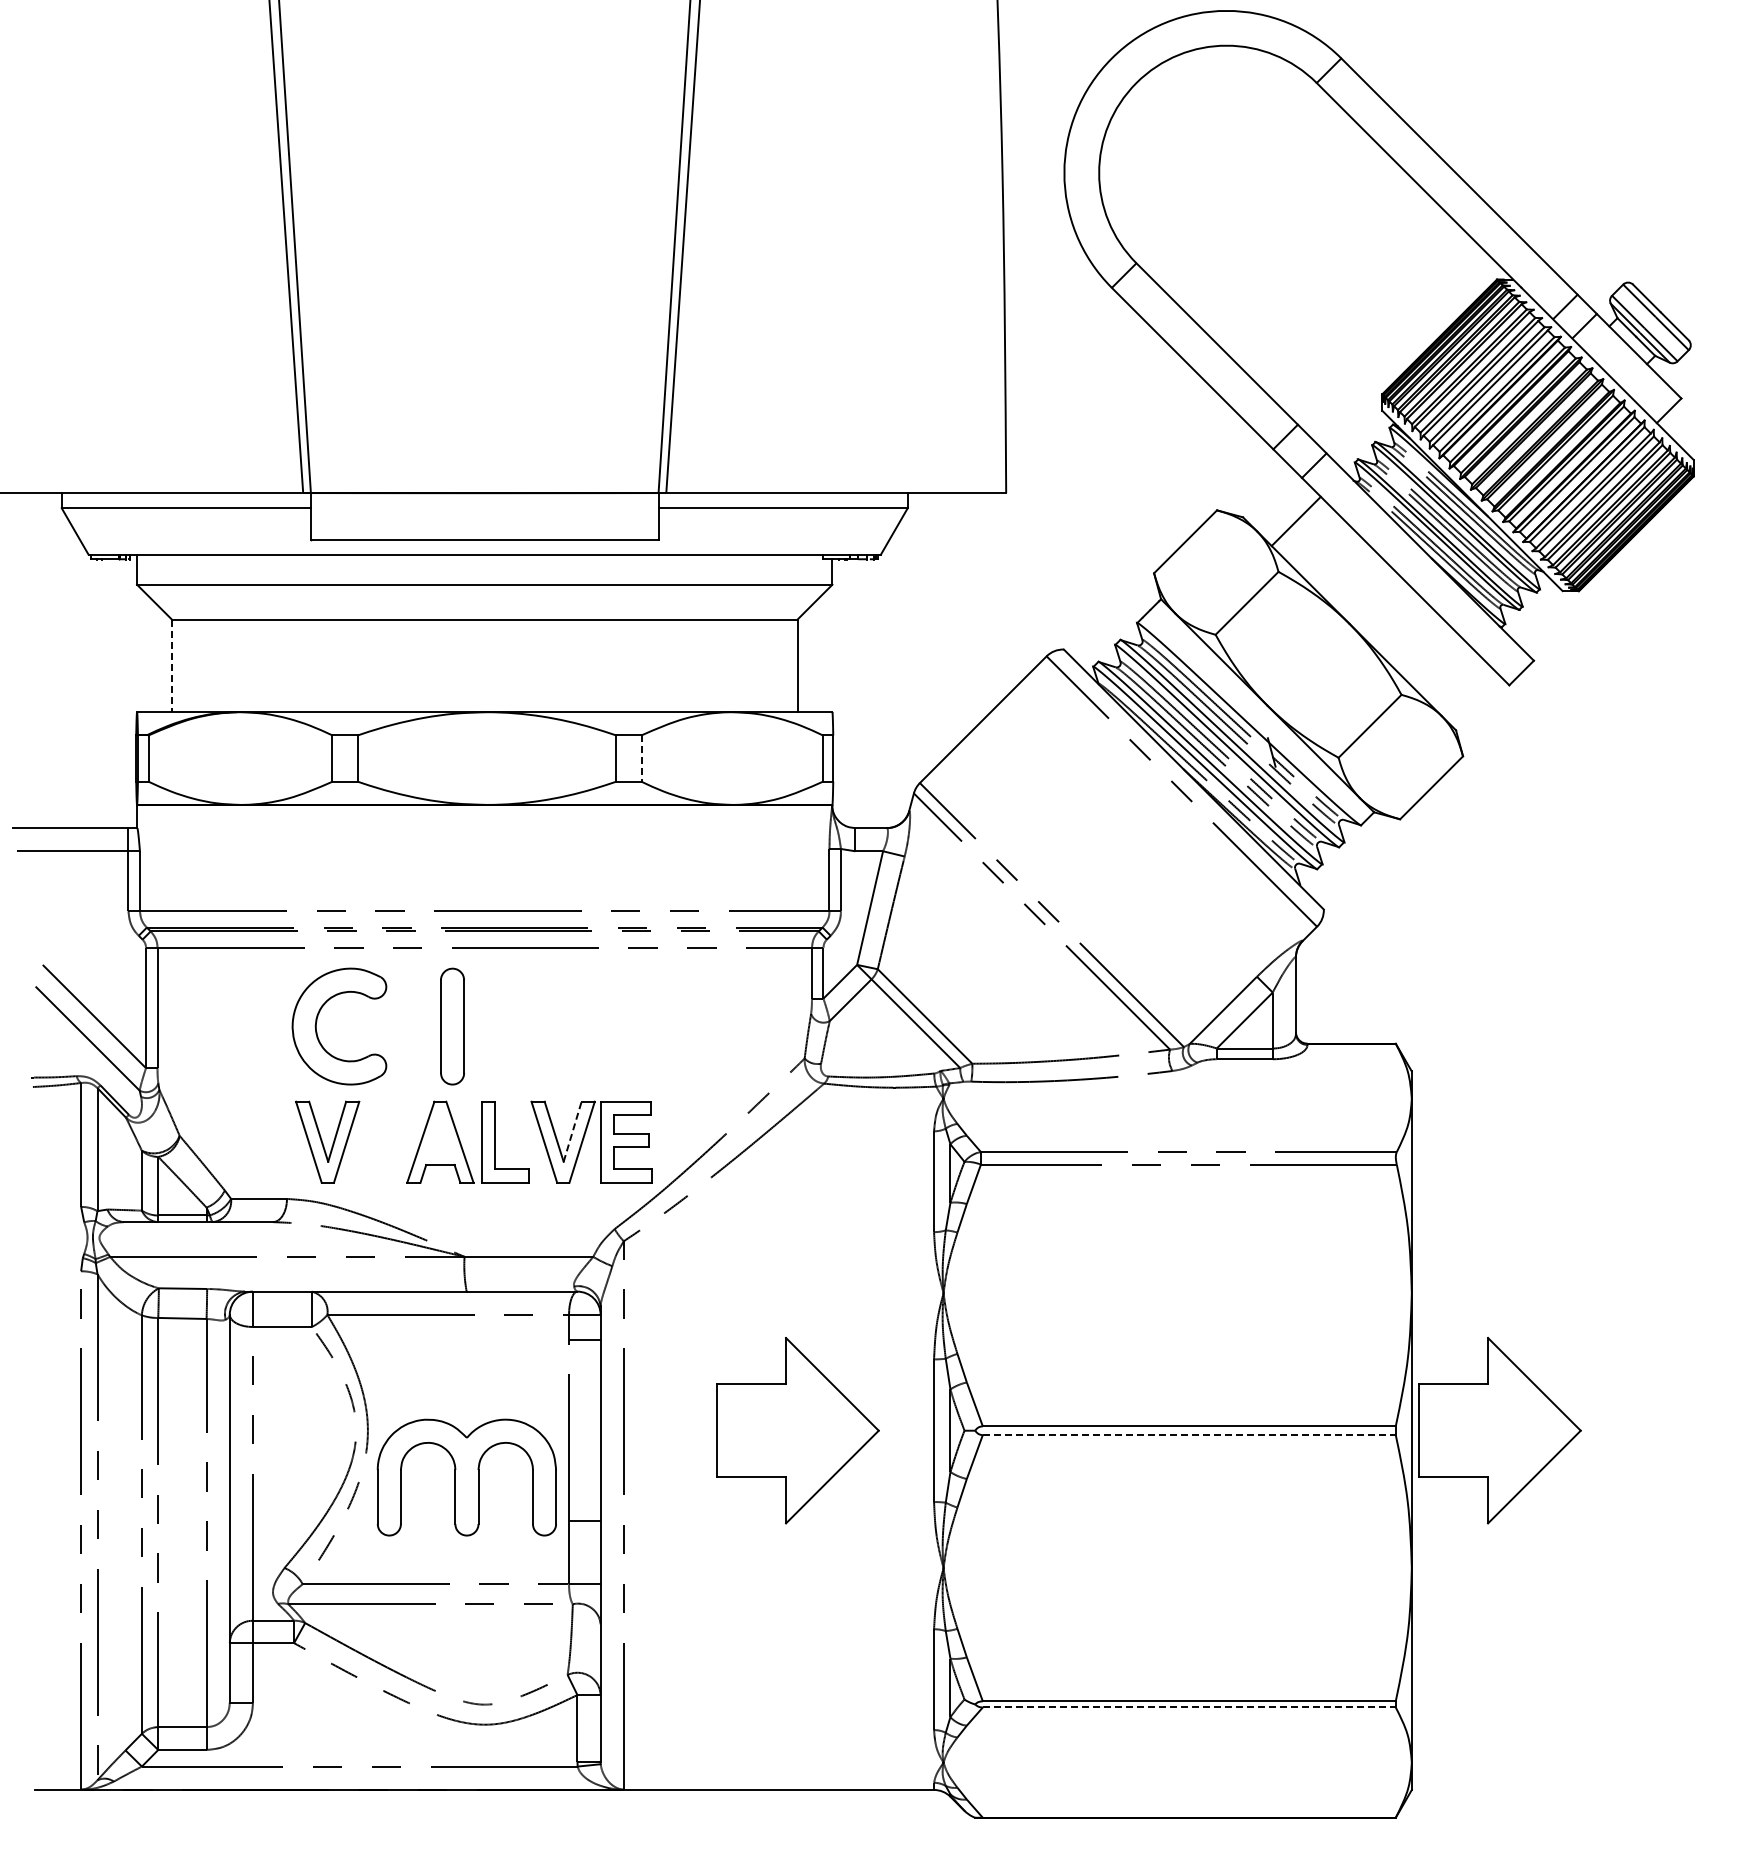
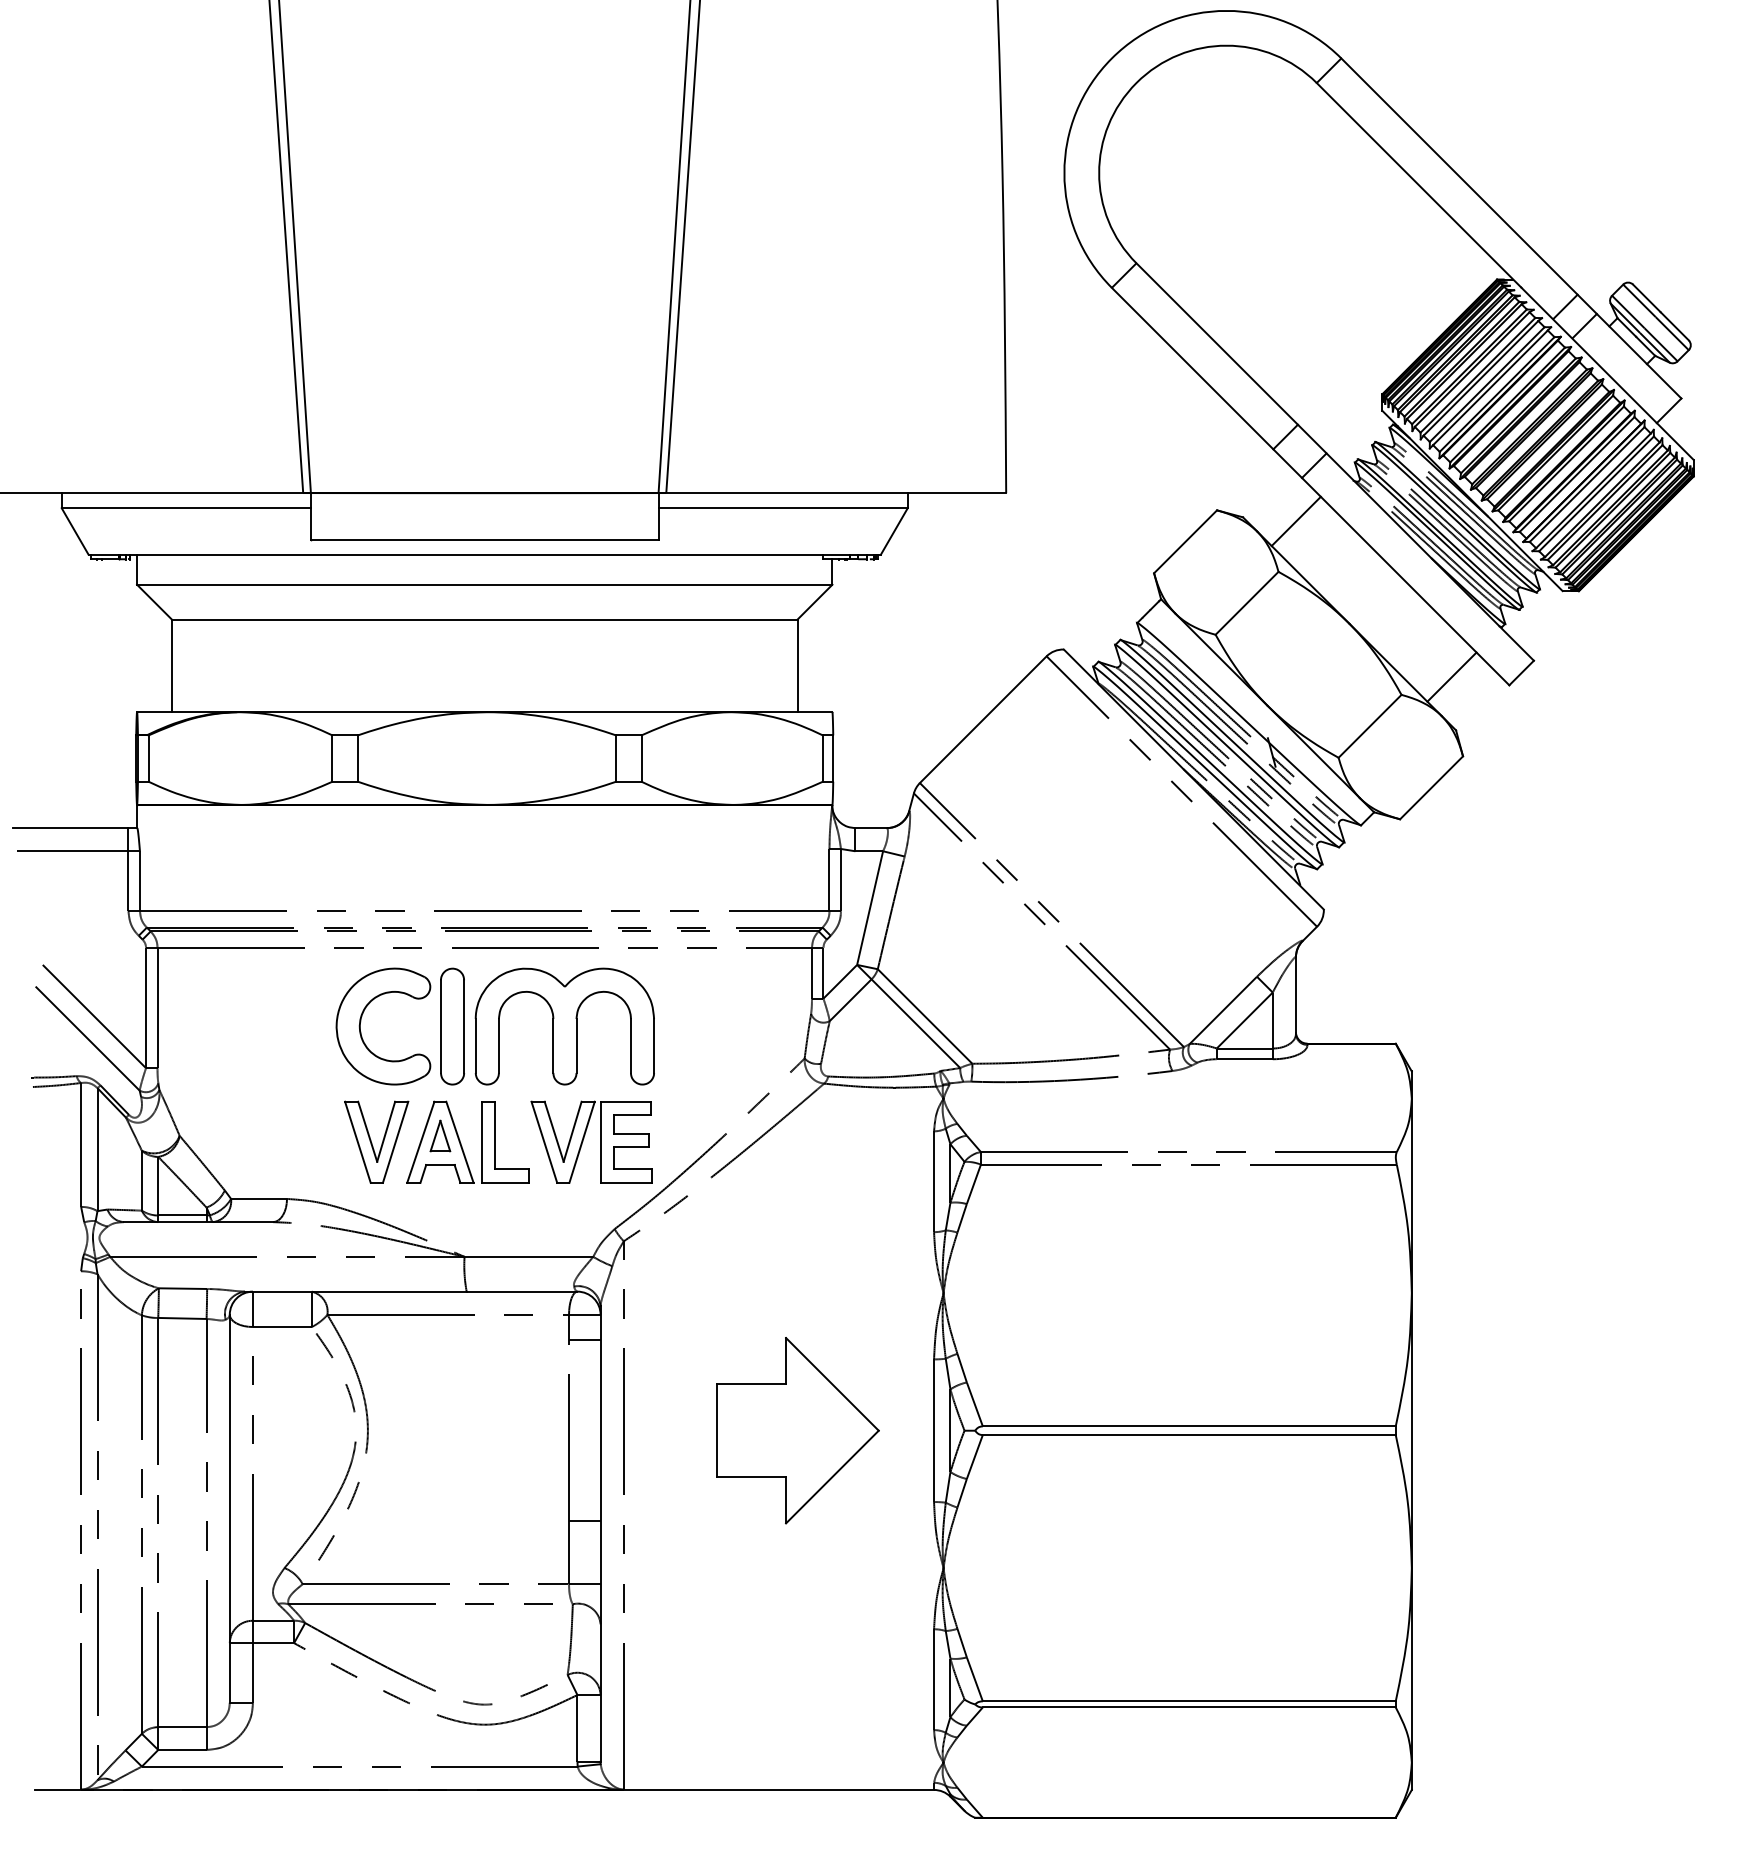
line at (171, 666): dashed -> solid
line at (1451, 676): none -> present
line at (641, 759): dashed -> solid
part at (317, 1021) position: (317, 1021) -> (361, 1021)
line at (572, 1131): dashed -> solid
part at (440, 1135): none -> present
part at (327, 1141) position: (327, 1141) -> (376, 1141)
part at (1499, 1430): present -> none
line at (1189, 1435): dashed -> solid
part at (466, 1477) position: (466, 1477) -> (564, 1026)
line at (1189, 1707): dashed -> solid
